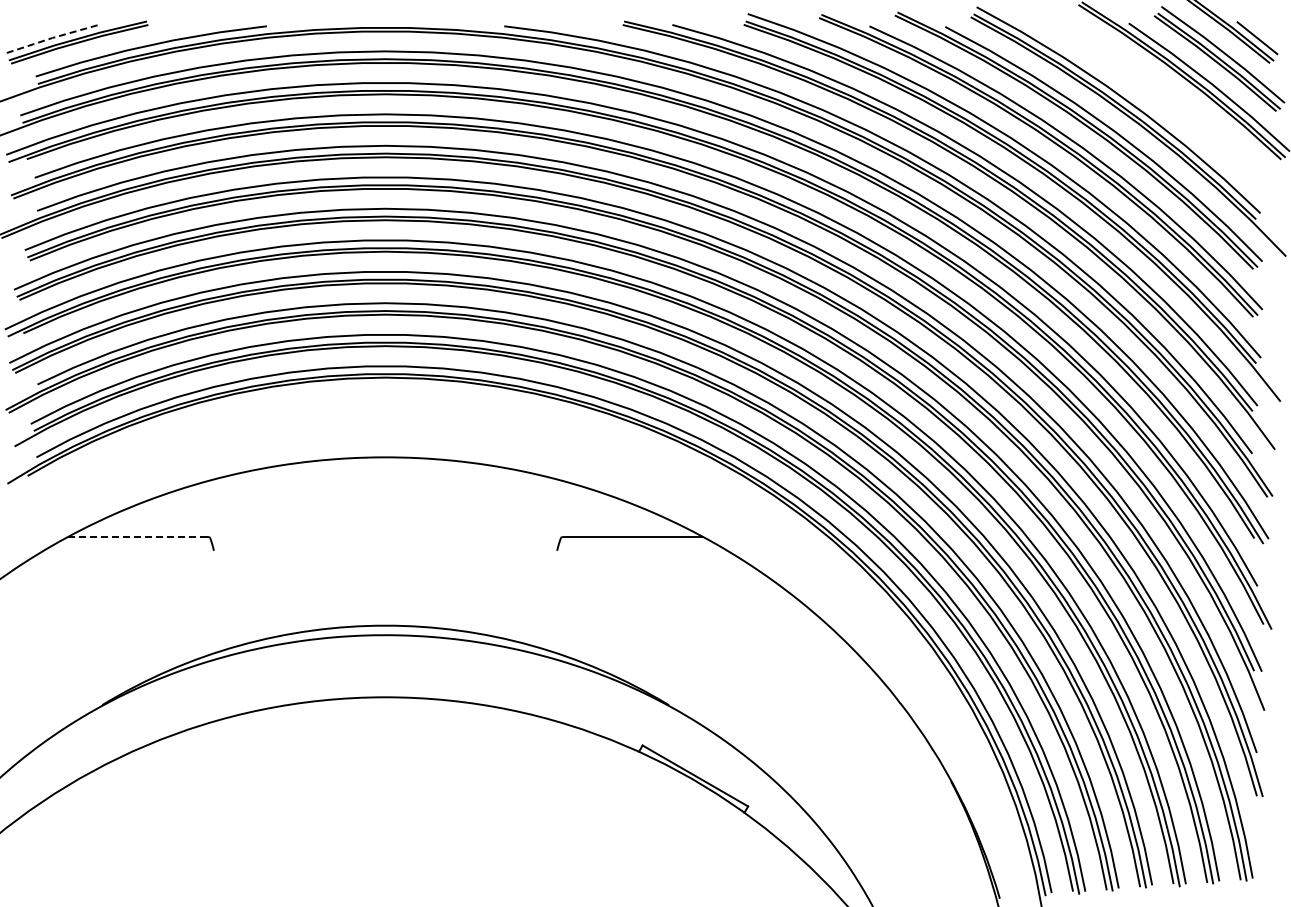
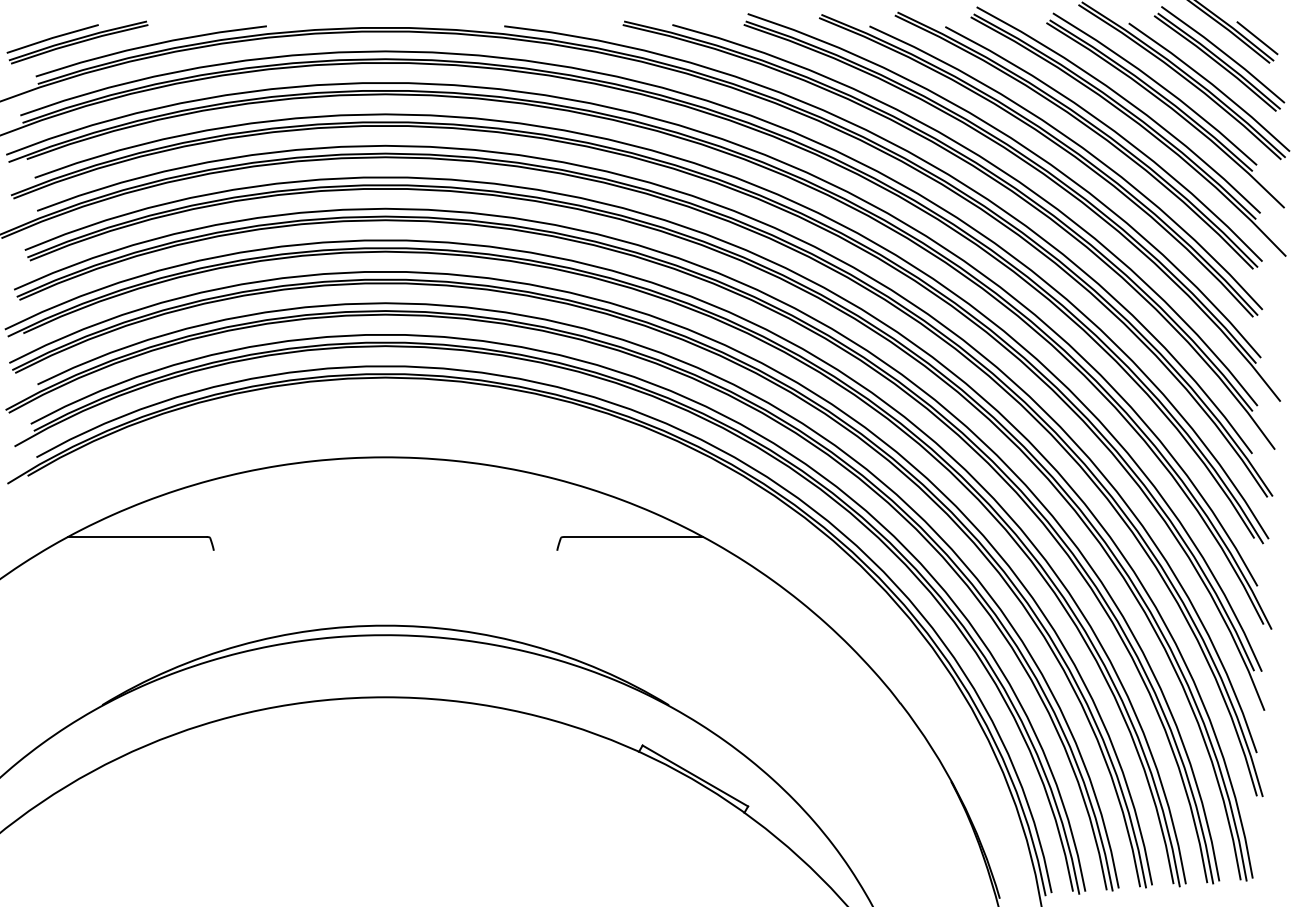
line at (52, 38): dashed -> solid
part at (1165, 110): none -> present
line at (136, 537): dashed -> solid
